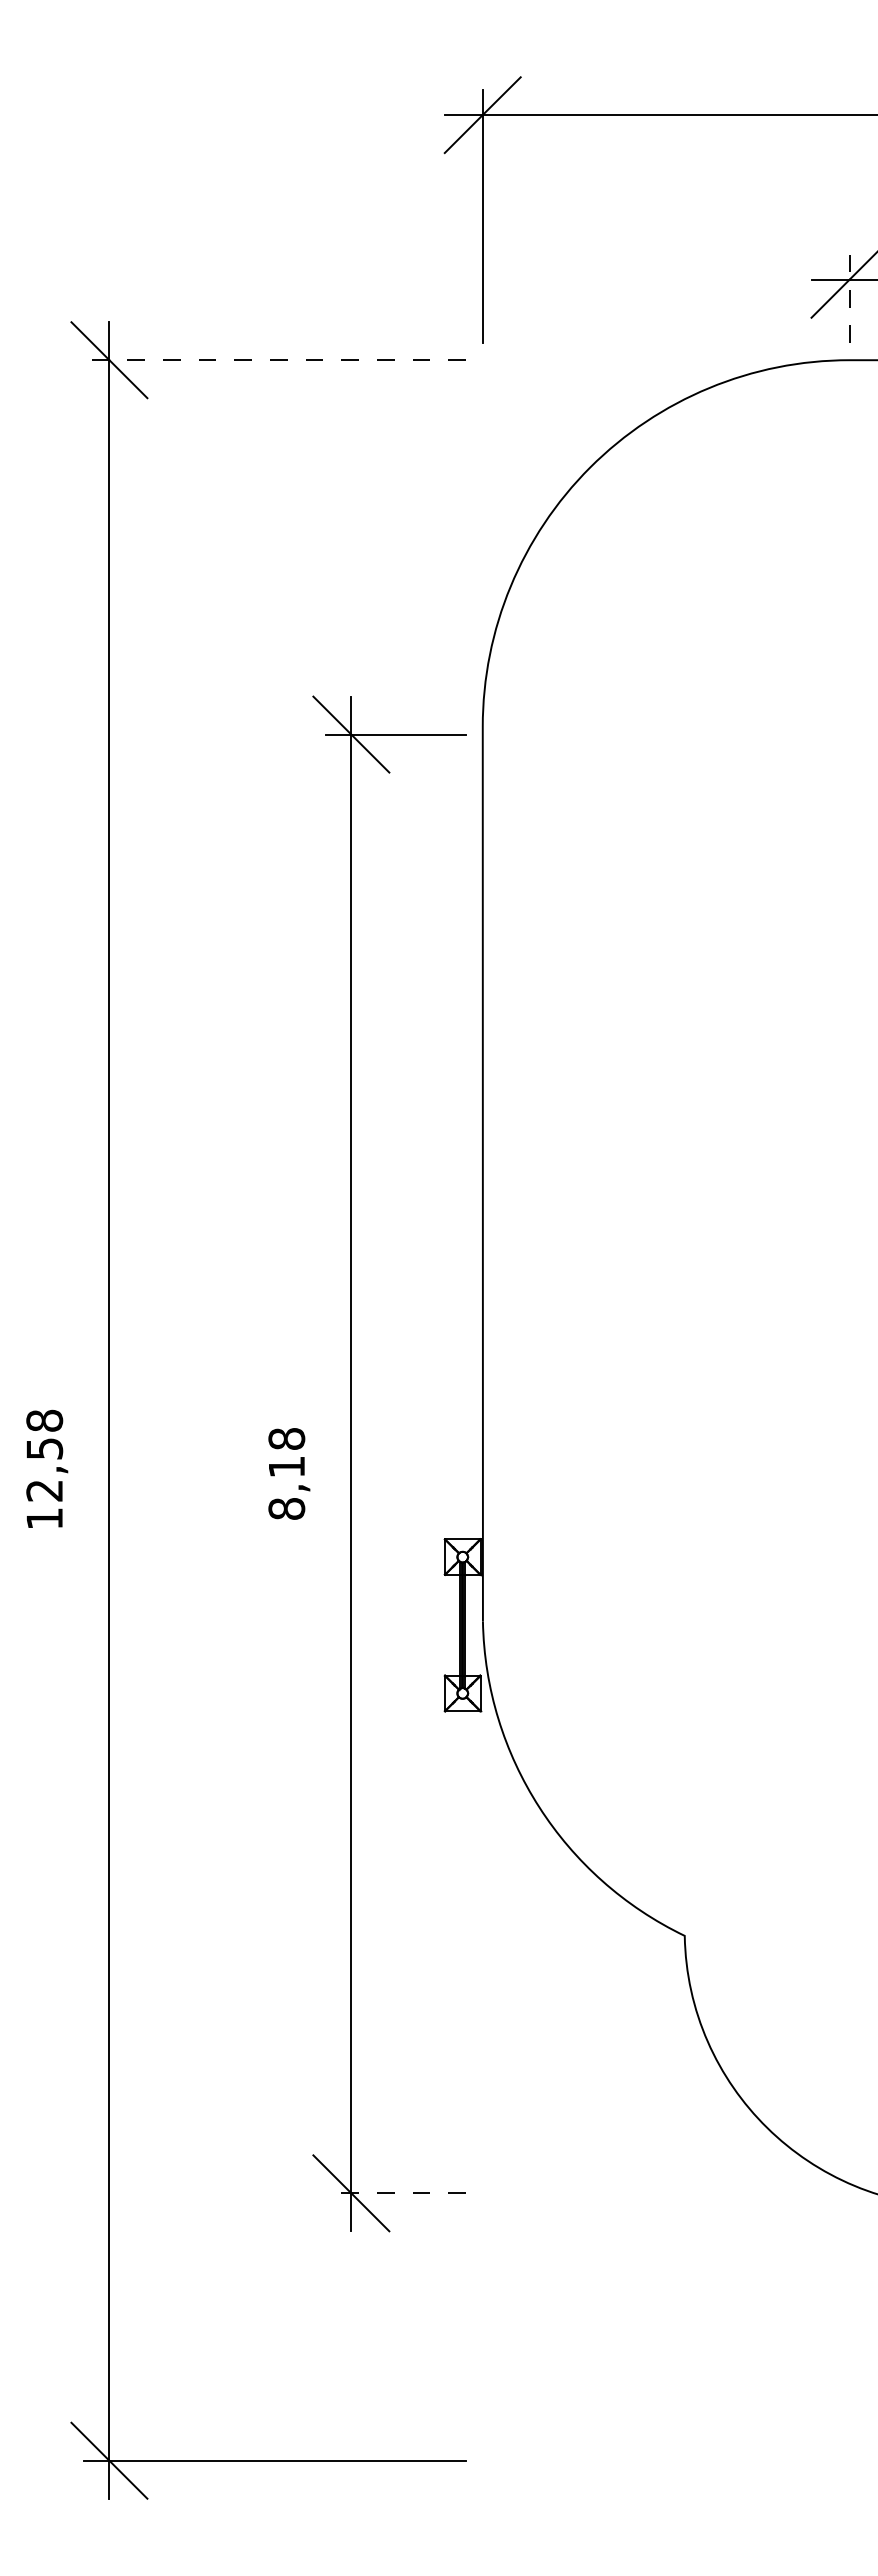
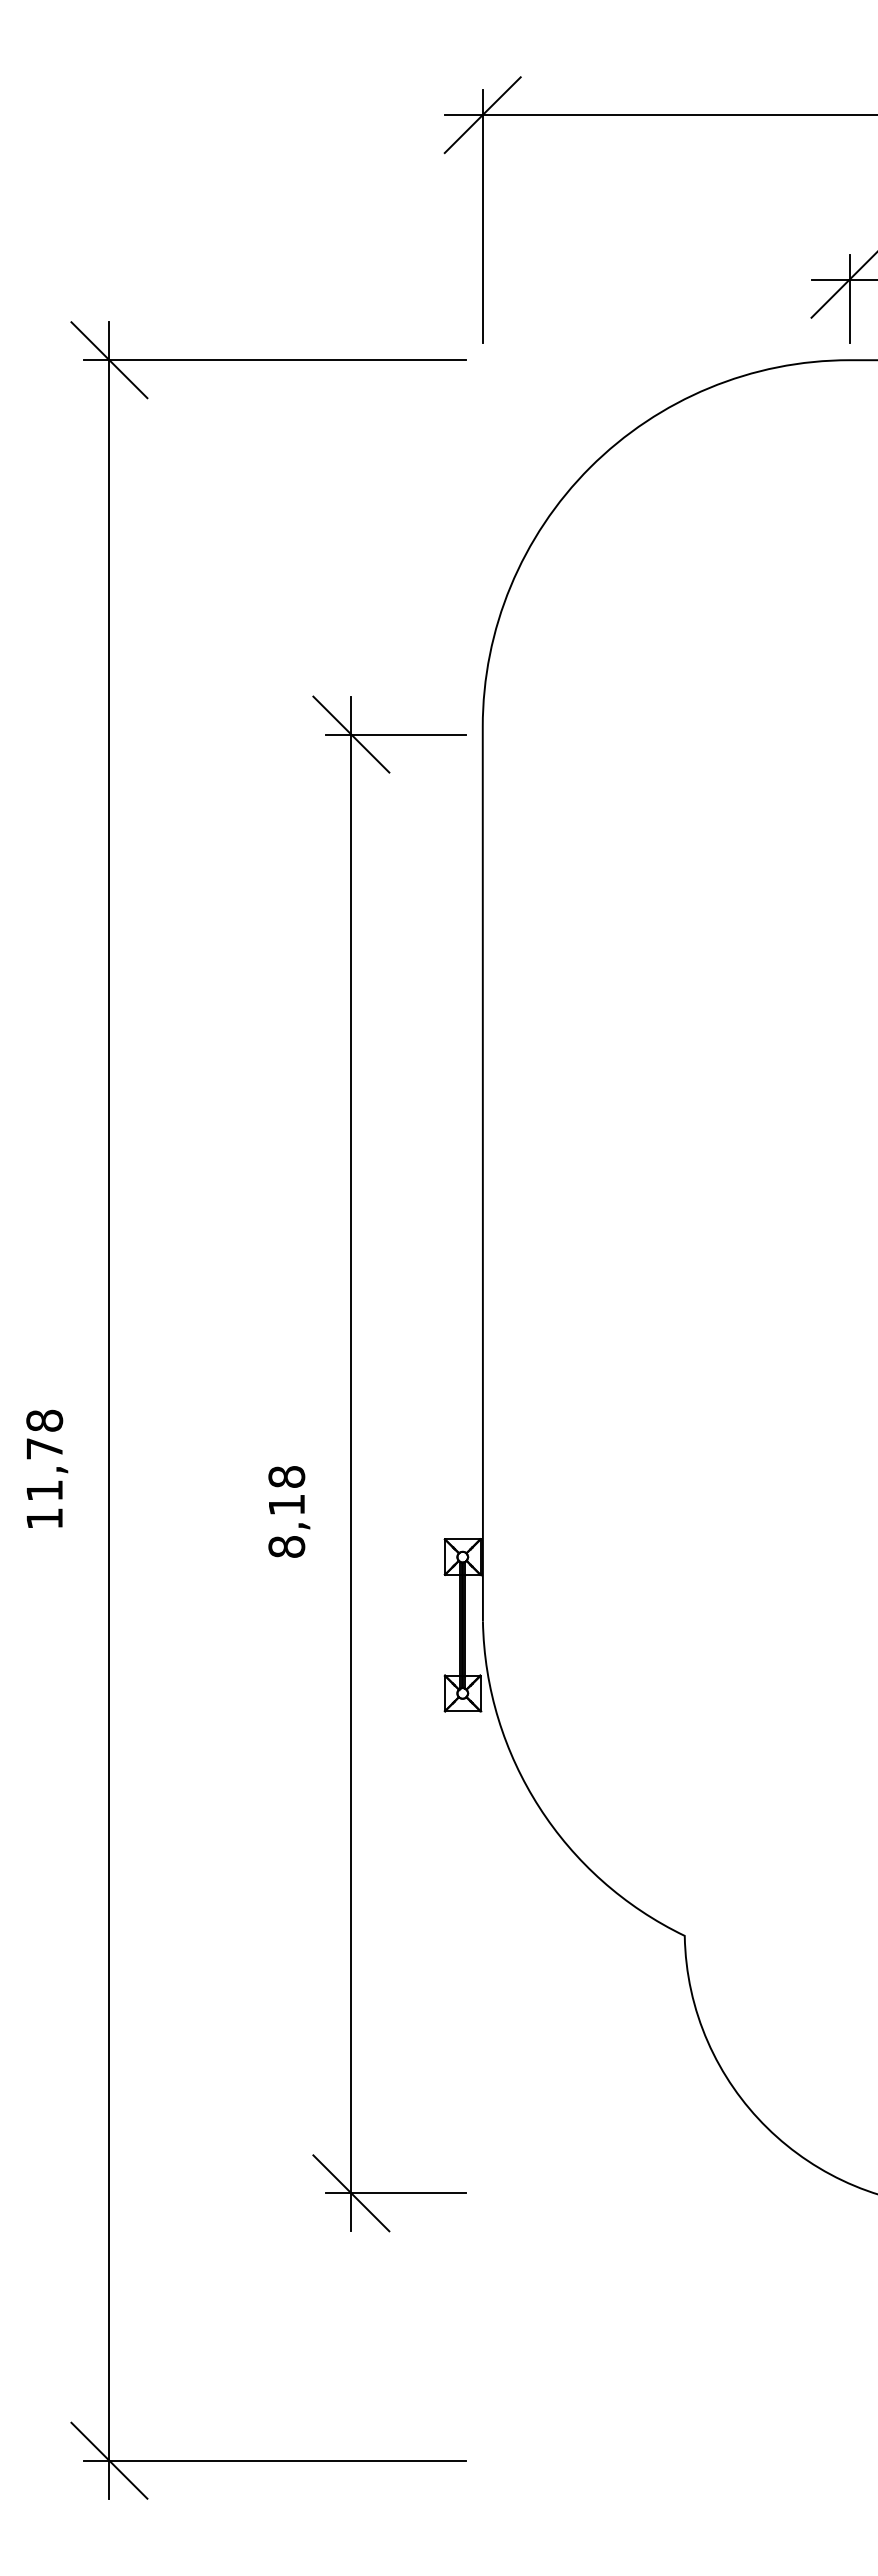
line at (849, 298): dashed -> solid
line at (275, 360): dashed -> solid
text at (44, 1469): 12,58 -> 11,78
text at (289, 1473) position: (289, 1473) -> (289, 1511)
line at (396, 2193): dashed -> solid
